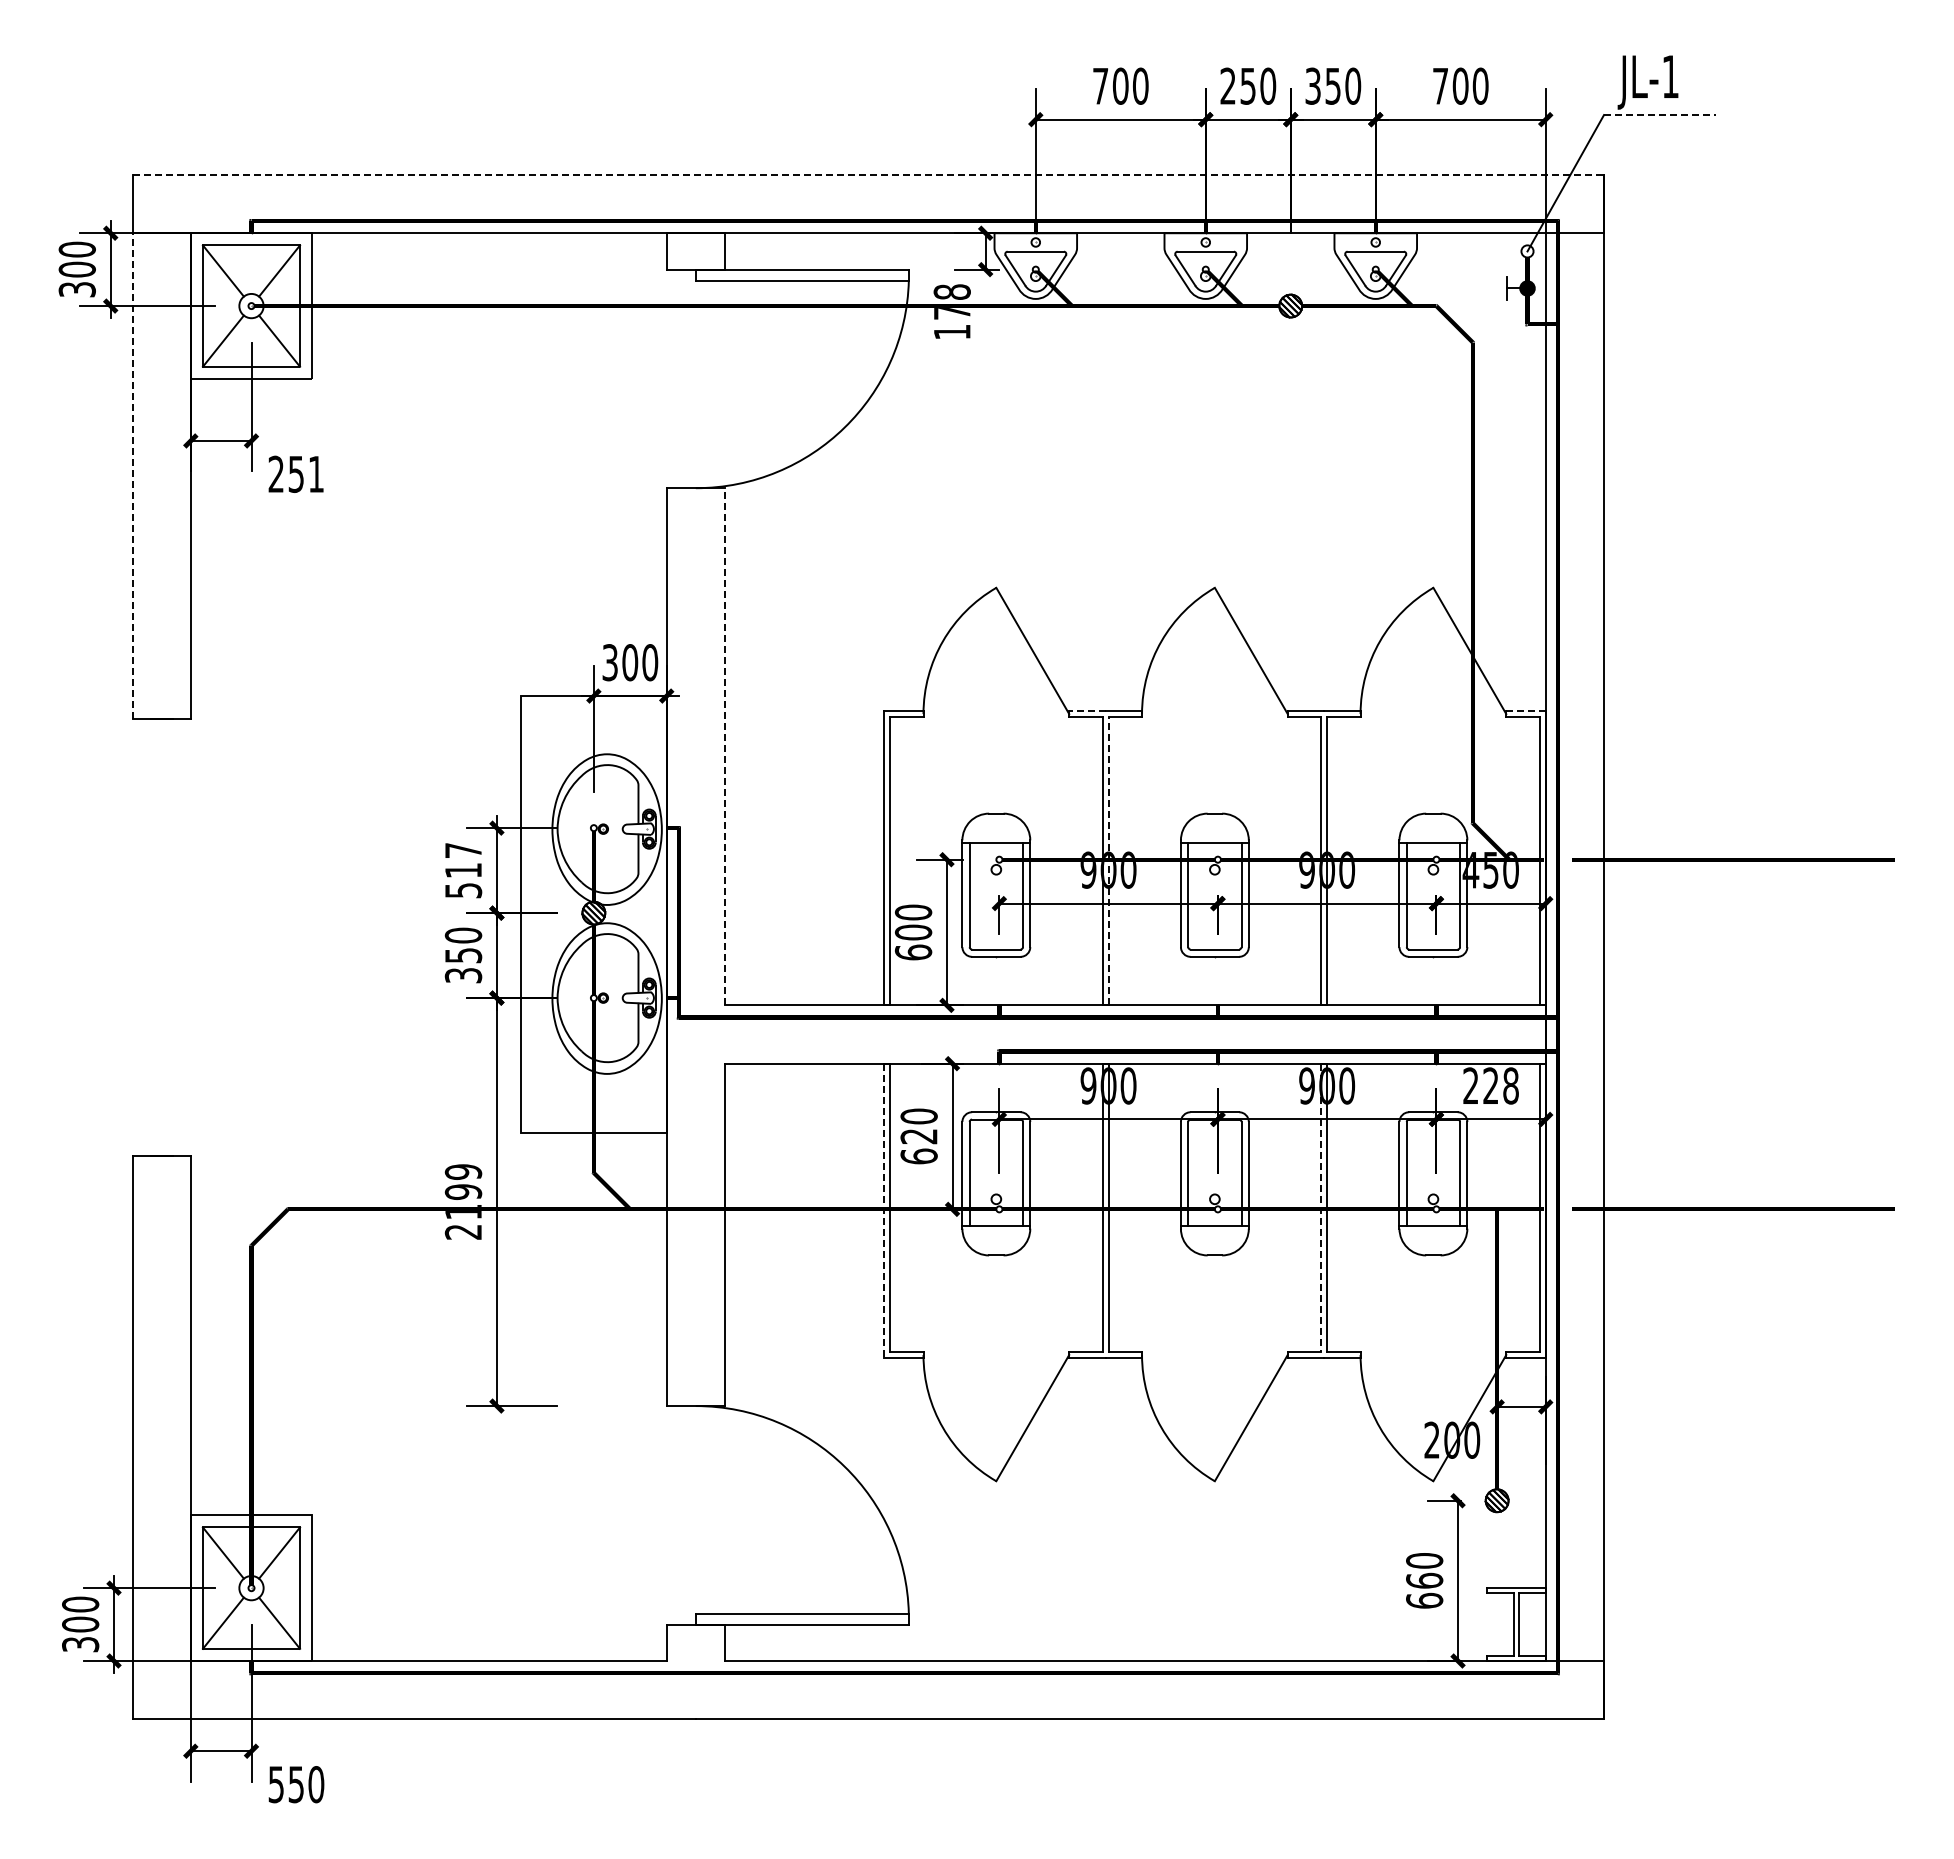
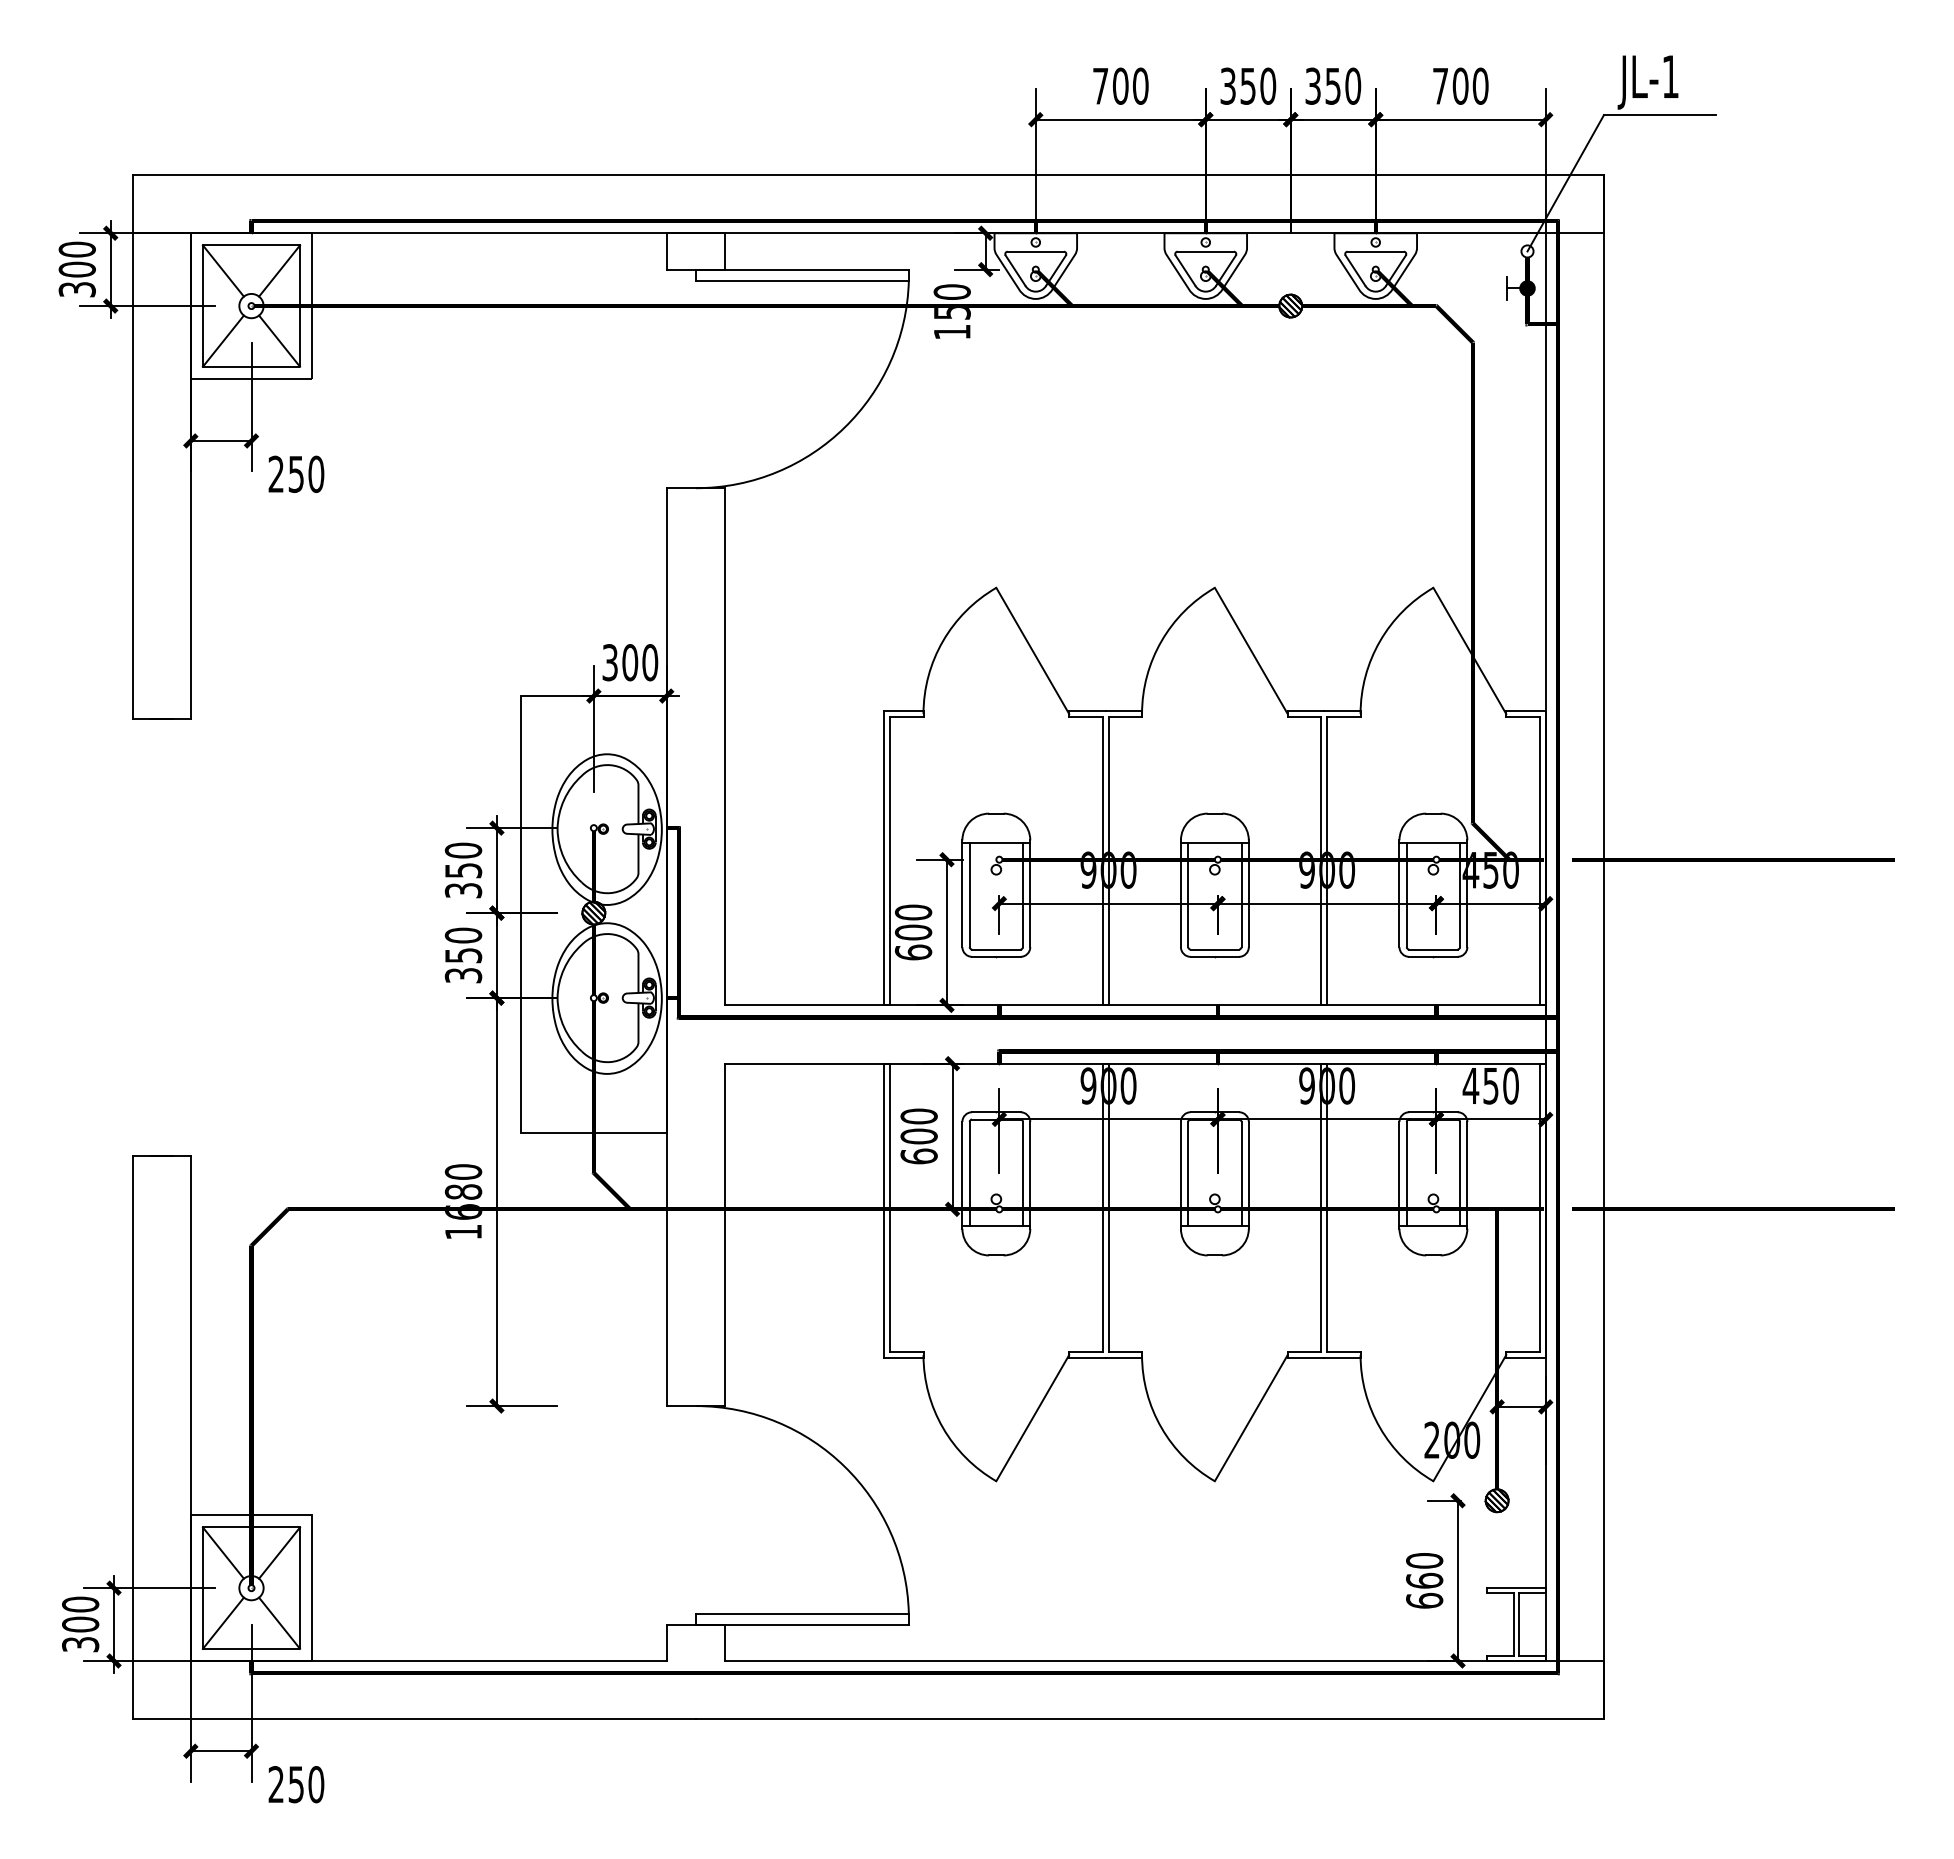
text at (1227, 85): 250 -> 350
line at (1659, 115): dashed -> solid
line at (868, 174): dashed -> solid
text at (951, 301): 178 -> 150
text at (316, 474): 251 -> 250
line at (132, 476): dashed -> solid
line at (1086, 710): dashed -> solid
line at (1525, 710): dashed -> solid
line at (724, 746): dashed -> solid
line at (1108, 860): dashed -> solid
text at (463, 869): 517 -> 350
text at (1490, 1085): 228 -> 450
text at (918, 1136): 620 -> 600
text at (463, 1201): 2199 -> 1680
line at (1321, 1208): dashed -> solid
line at (884, 1211): dashed -> solid
text at (275, 1784): 550 -> 250
